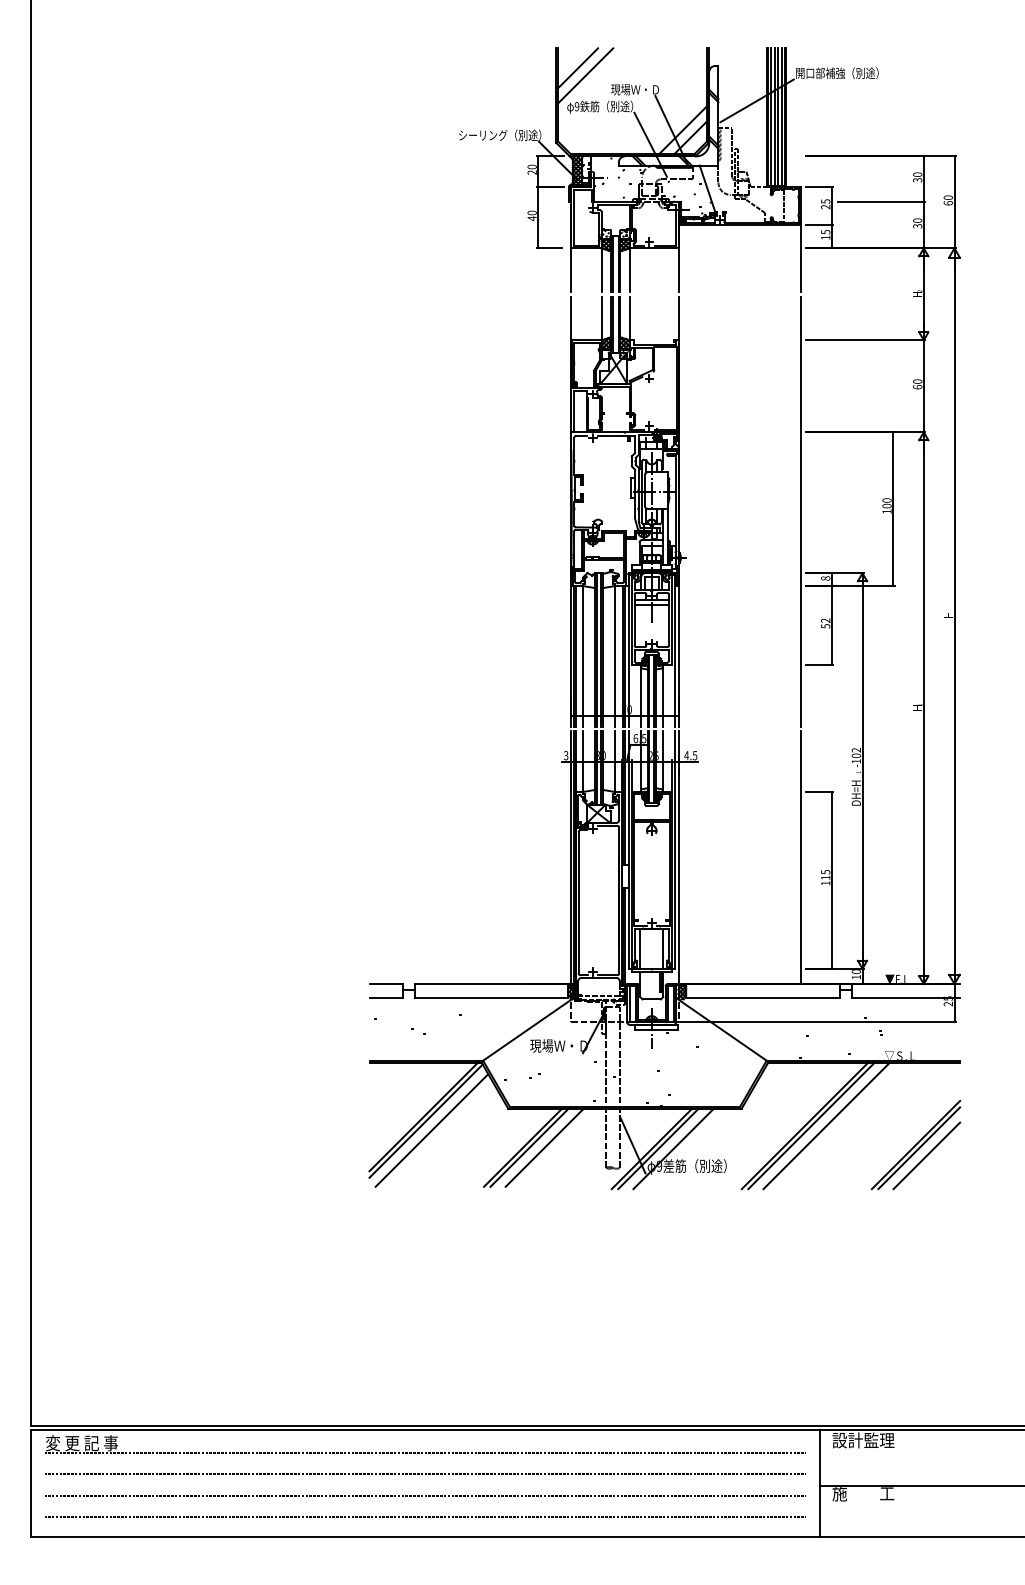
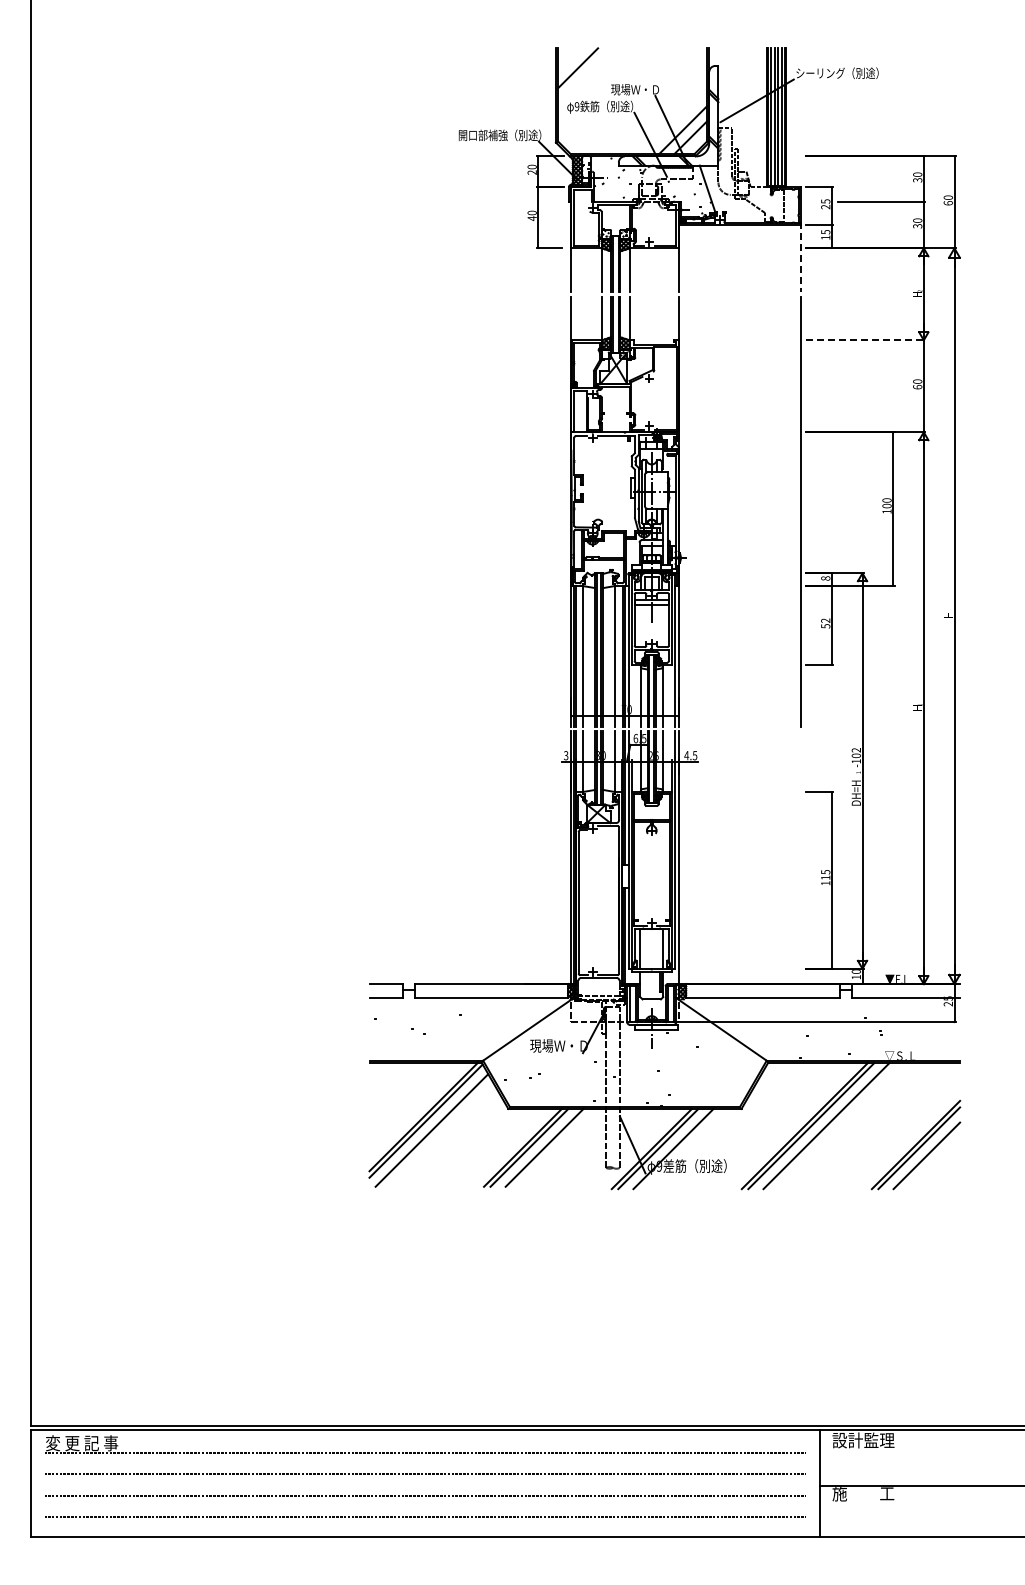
text at (820, 72): 開口部補強（別途） -> シーリング（別途）
line at (585, 75): present -> none
text at (482, 135): シーリング（別途） -> 開口部補強（別途）
line at (801, 257): solid -> dashed
line at (865, 340): solid -> dashed
line at (801, 857): present -> none
